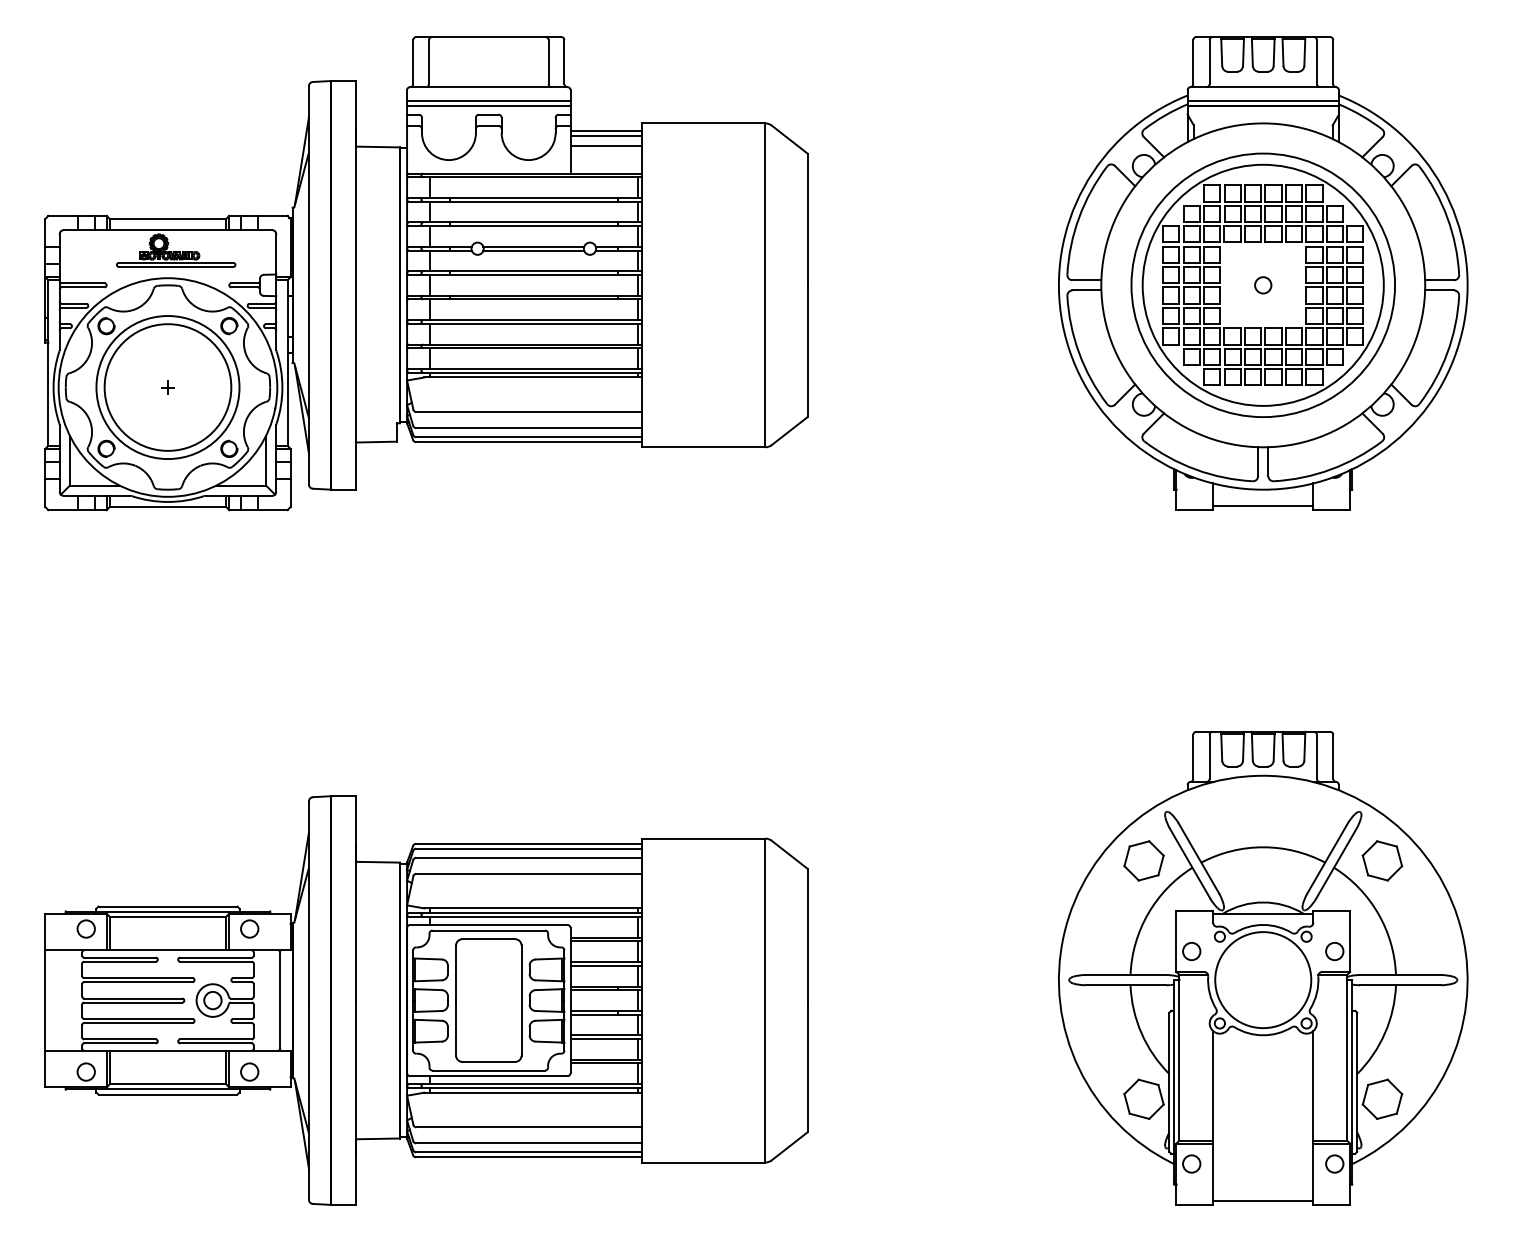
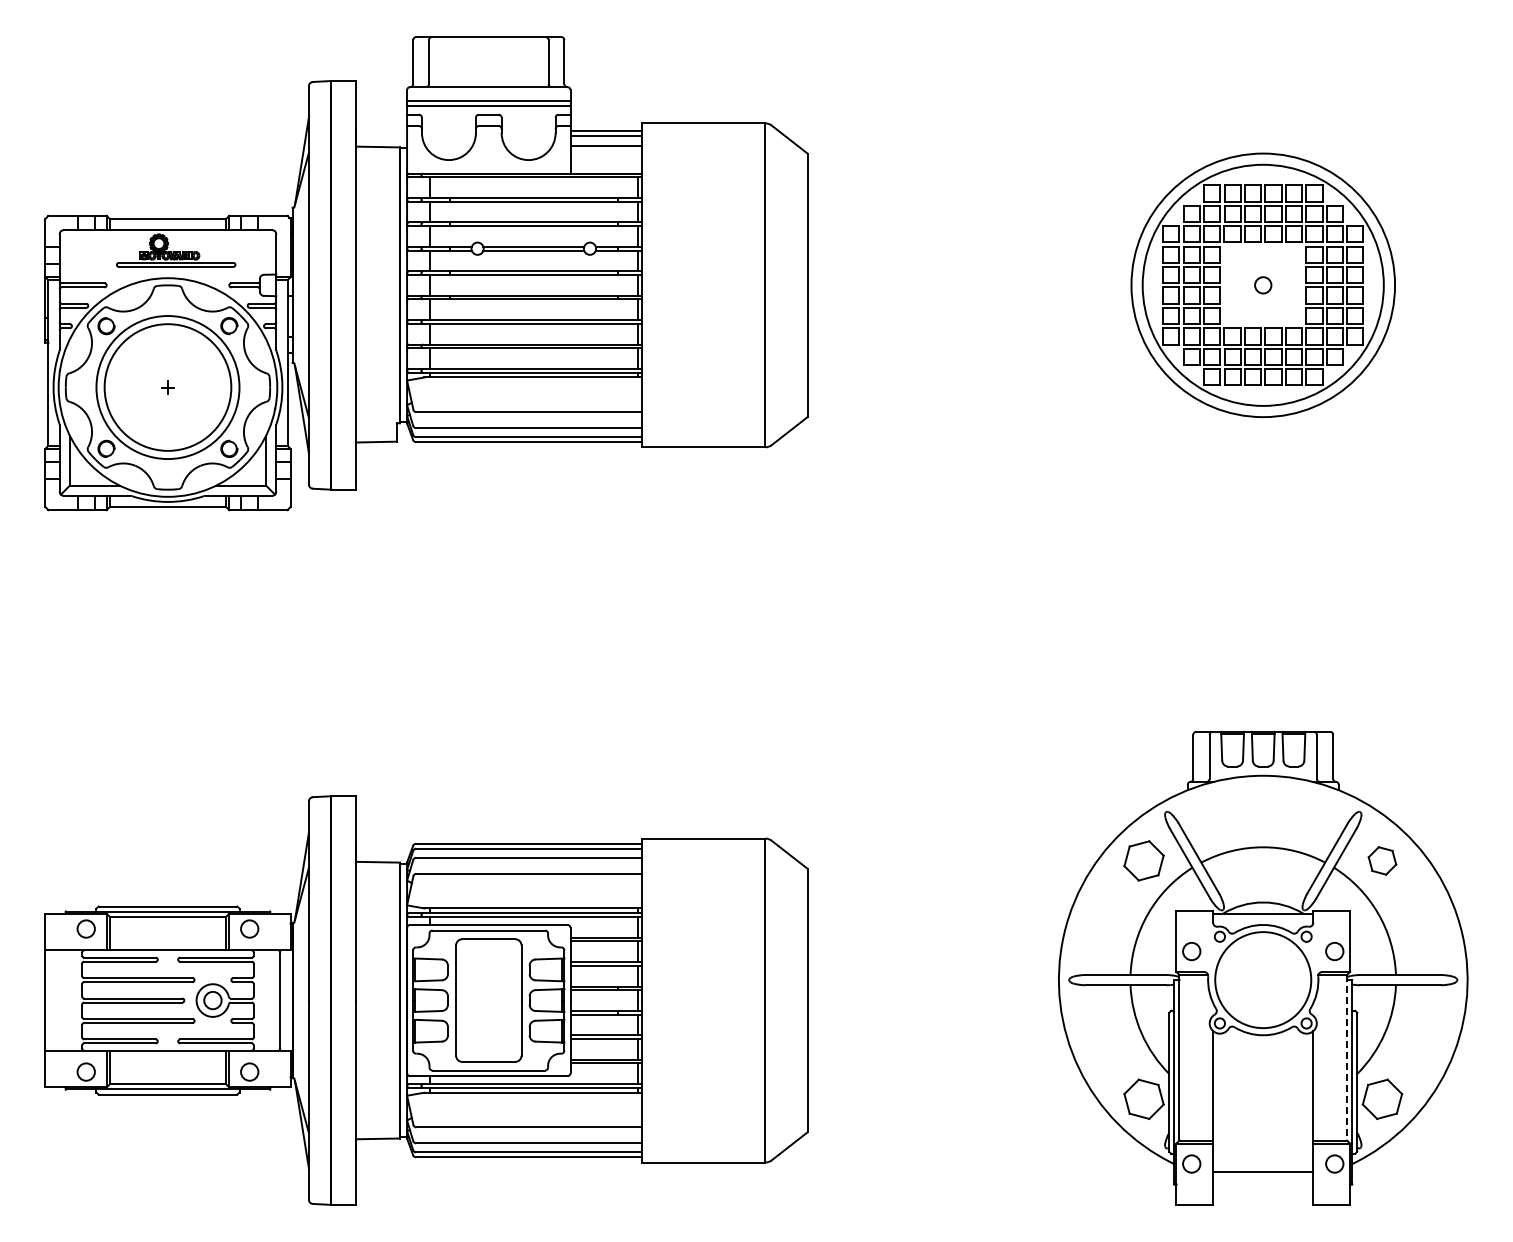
part at (1263, 273): present -> none
part at (1382, 860) size: 43x42 px -> 31x30 px
line at (1347, 1057): solid -> dashed
line at (1263, 1200) position: (1263, 1200) -> (1263, 1171)
